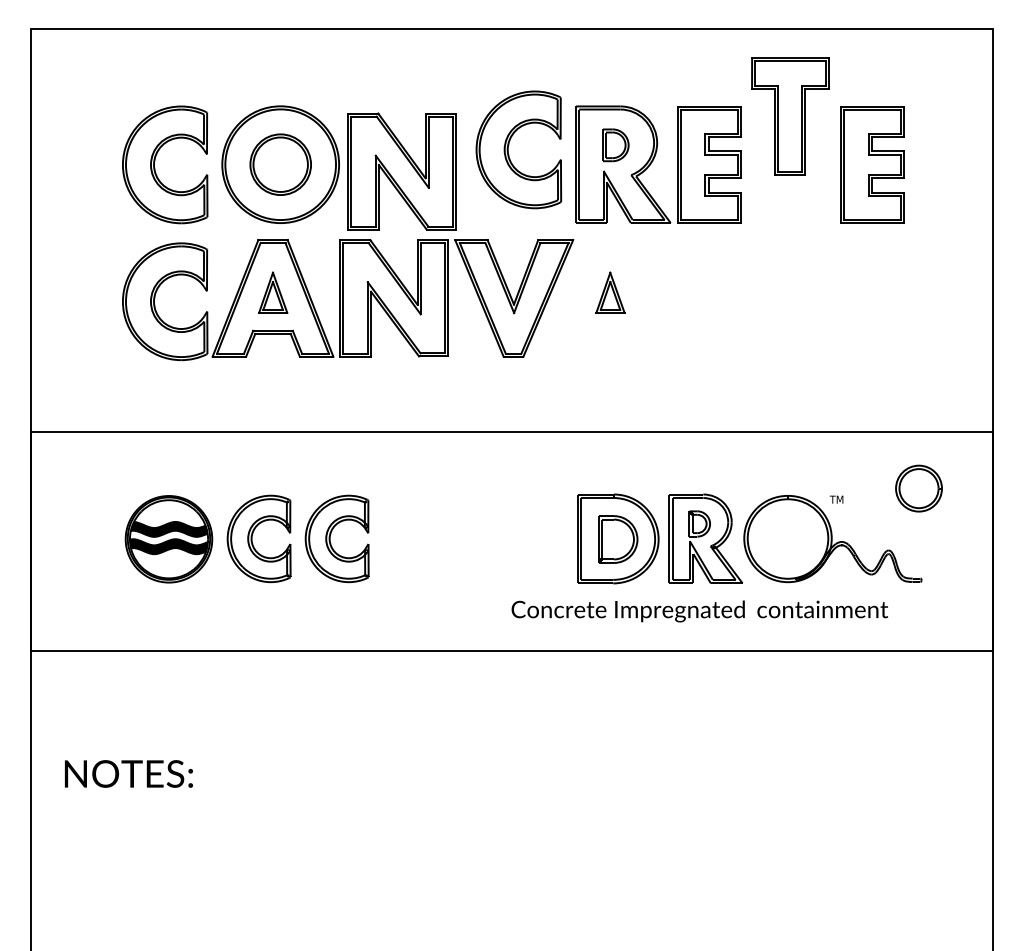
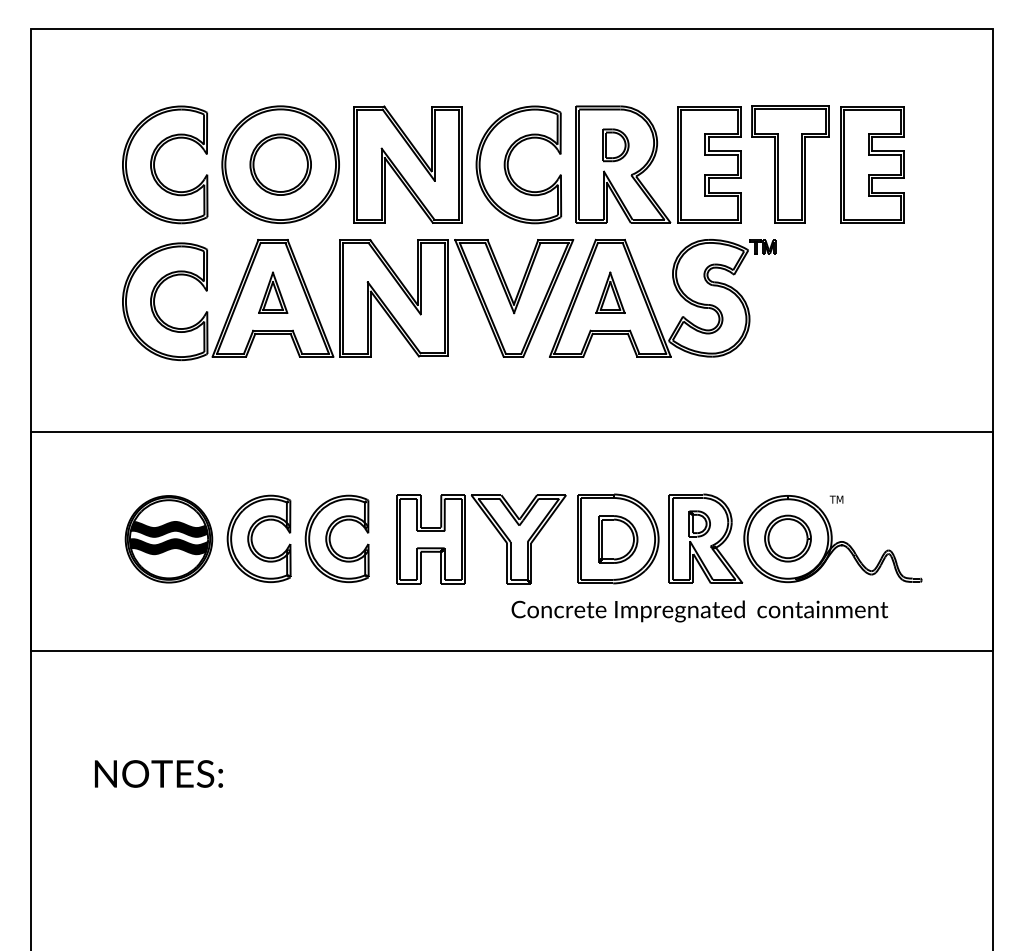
part at (790, 116) position: (790, 116) -> (790, 164)
part at (509, 145) position: (509, 145) -> (509, 160)
part at (401, 171) position: (401, 171) -> (407, 164)
part at (650, 302): none -> present
part at (918, 488) position: (918, 488) -> (787, 538)
part at (465, 539): none -> present
text at (128, 773) position: (128, 773) -> (158, 773)
